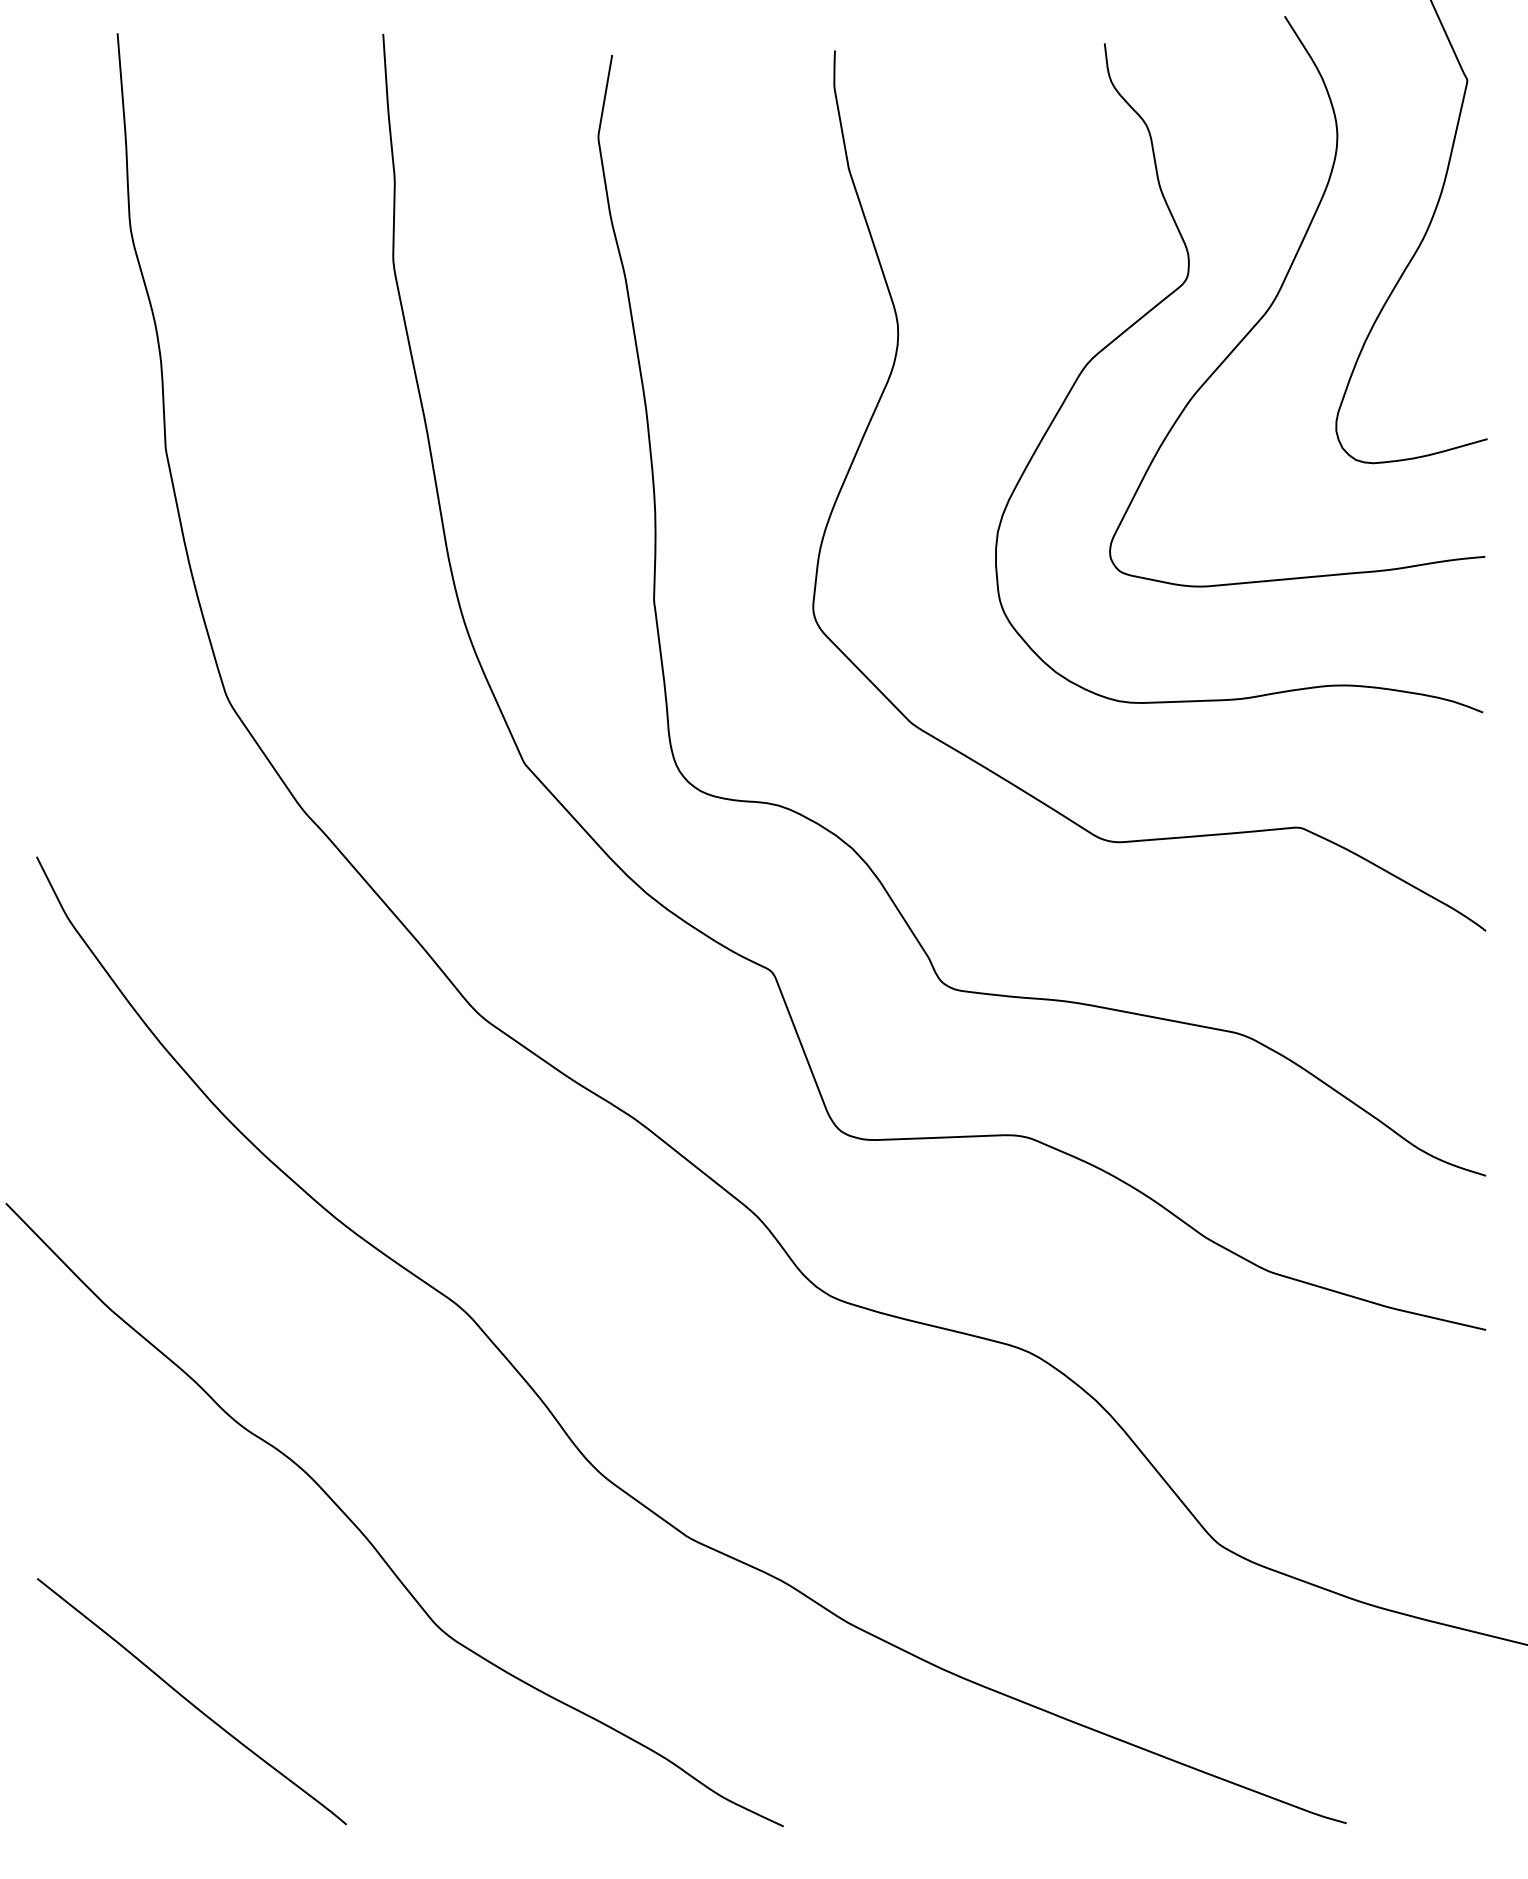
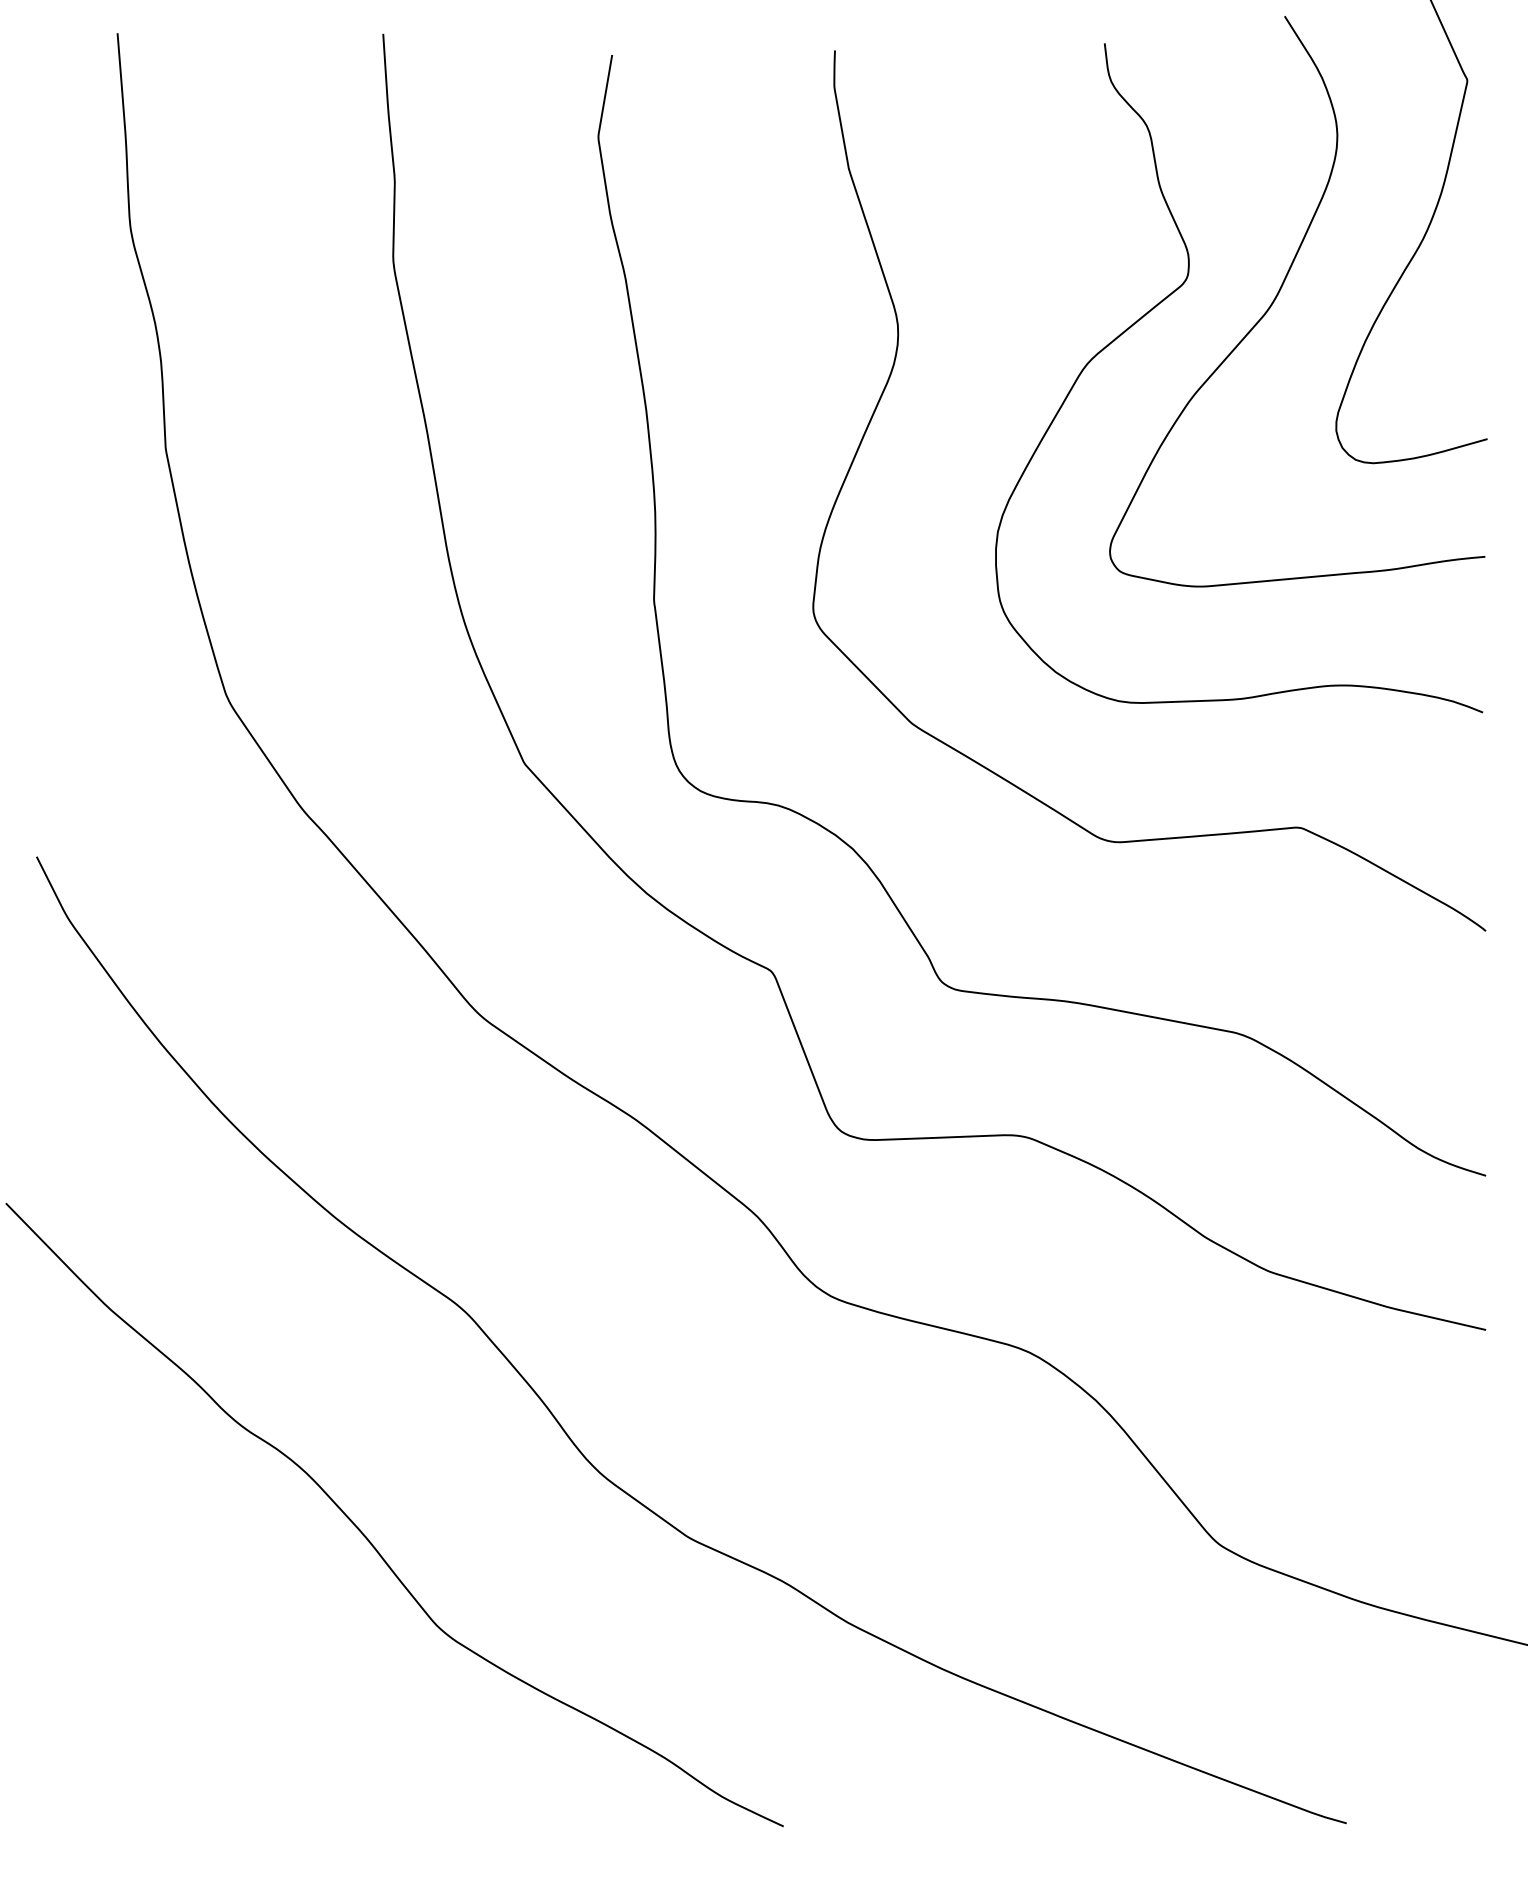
curve at (190, 1701): present -> none
